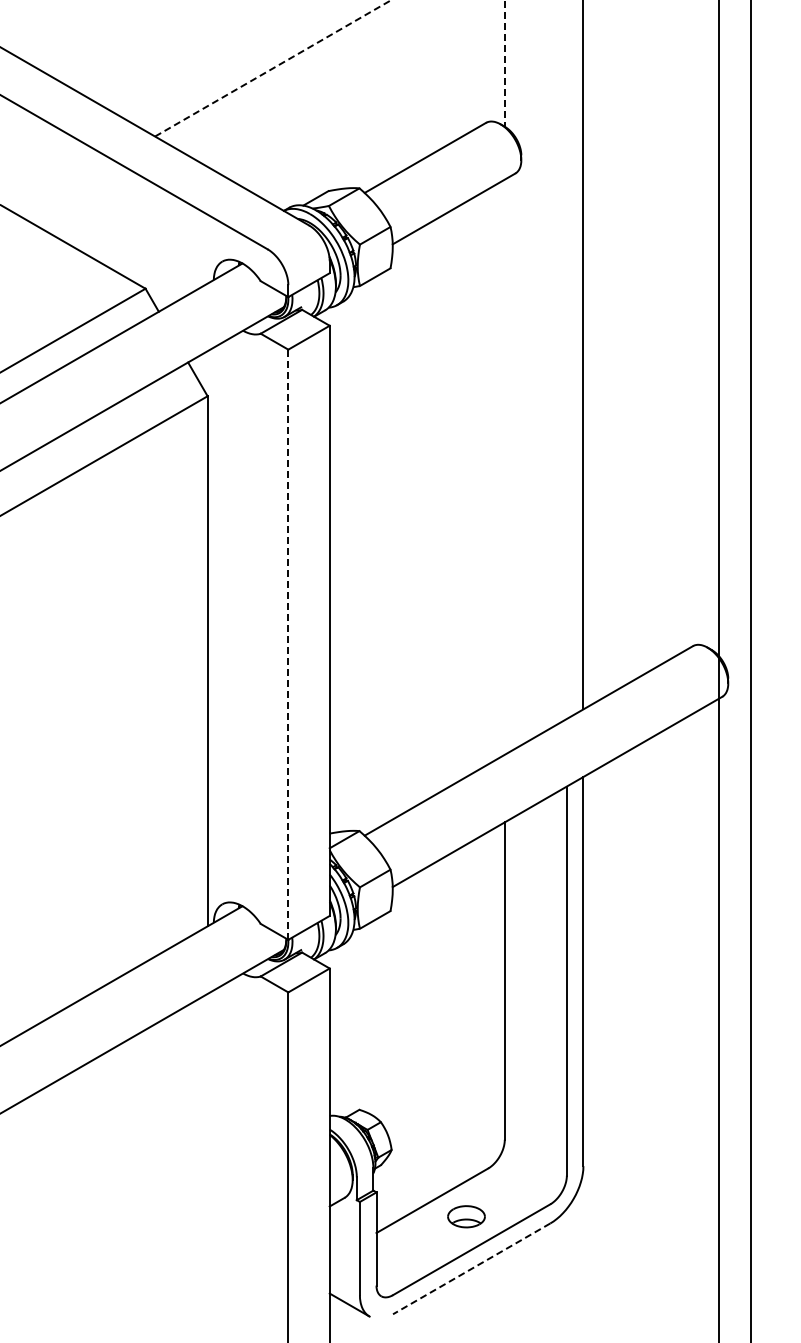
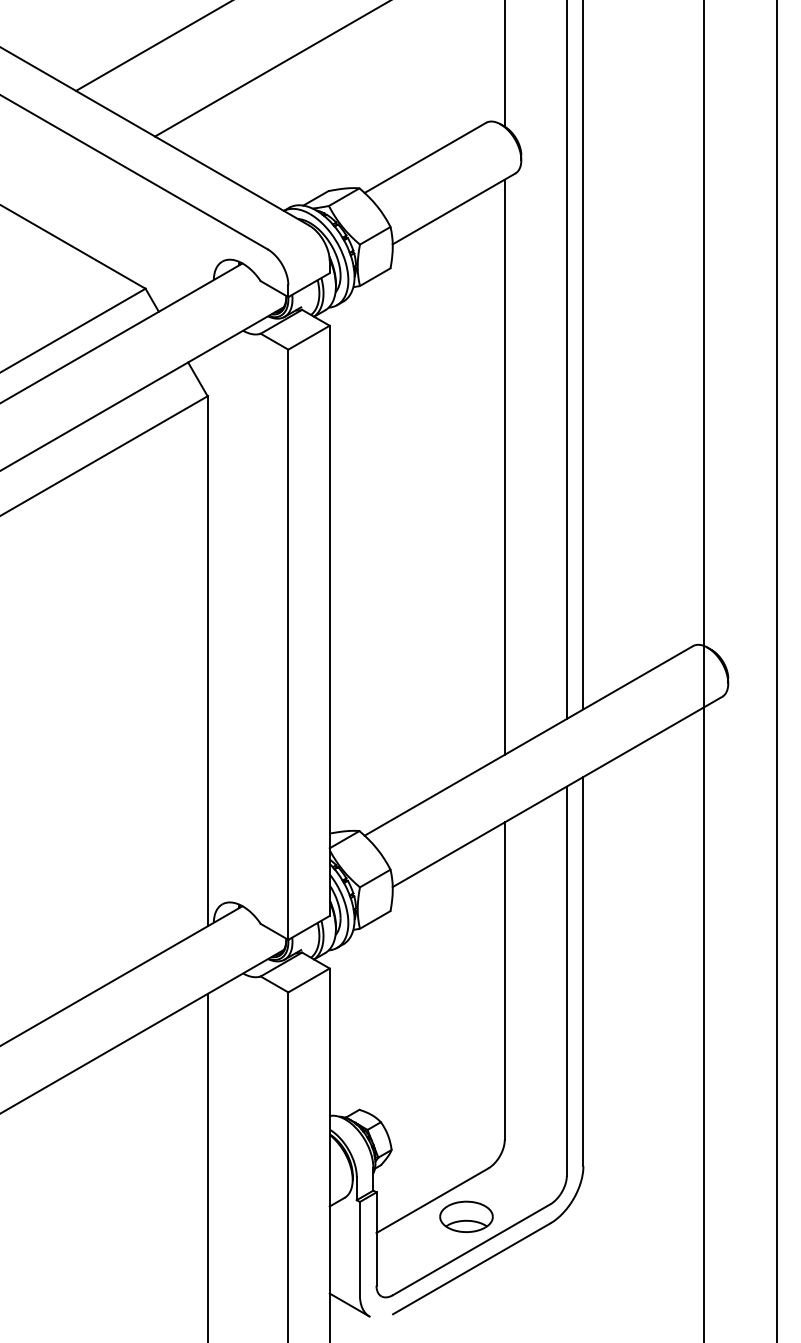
line at (152, 46): none -> present
line at (504, 64): dashed -> solid
line at (273, 68): dashed -> solid
line at (566, 360): none -> present
line at (504, 466): none -> present
line at (288, 645): dashed -> solid
line at (718, 670) position: (718, 670) -> (703, 670)
line at (750, 670) position: (750, 670) -> (776, 670)
line at (207, 1166): none -> present
part at (466, 1216) size: 39x24 px -> 55x33 px
line at (471, 1268): dashed -> solid
